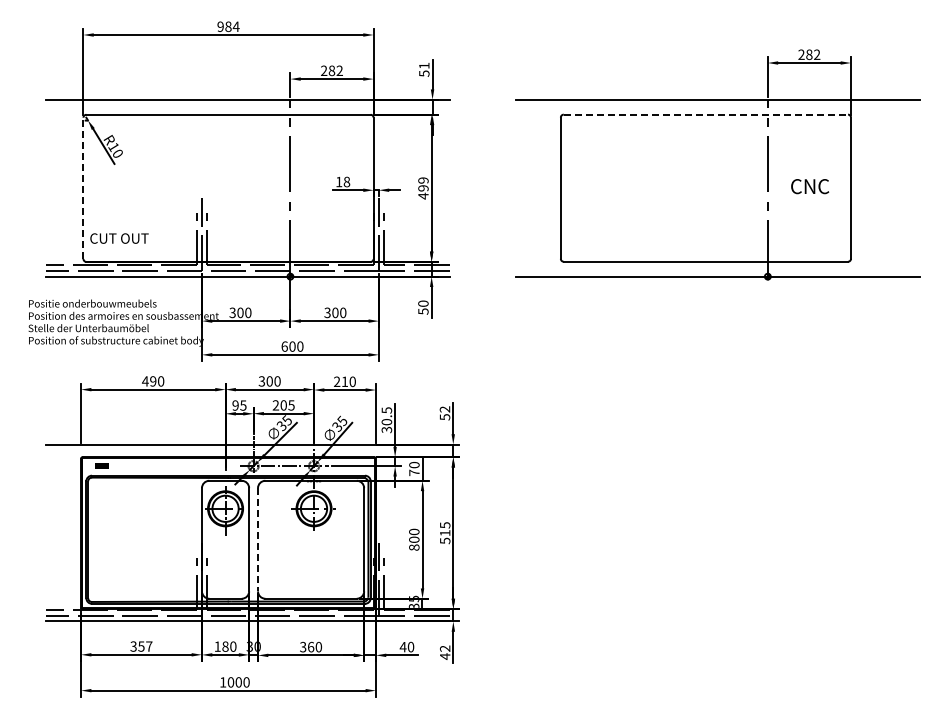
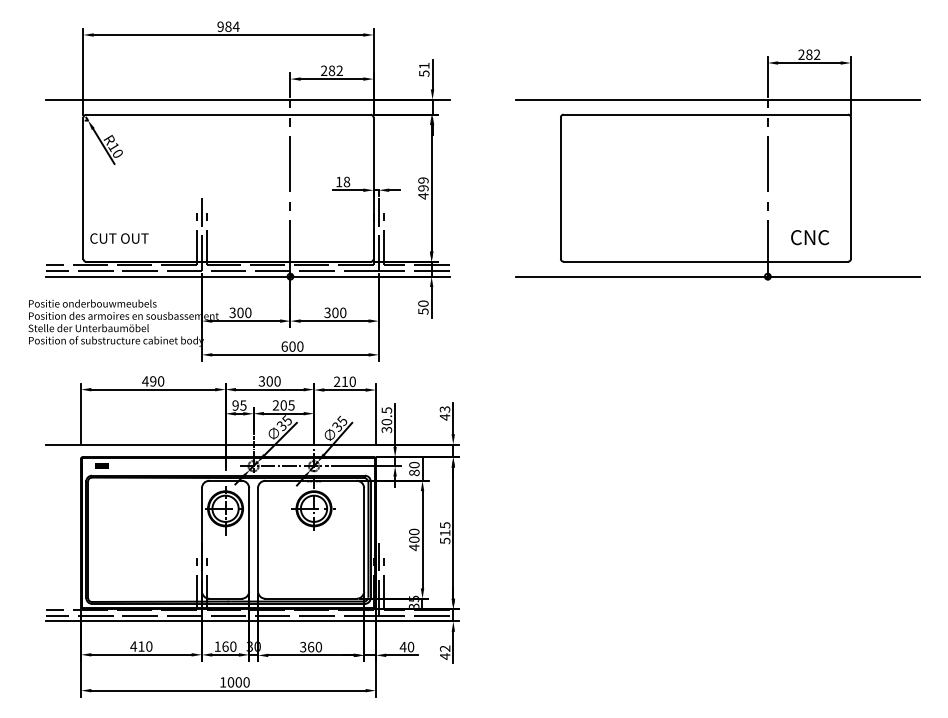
line at (706, 114): dashed -> solid
text at (810, 186) position: (810, 186) -> (810, 237)
line at (83, 188): dashed -> solid
text at (444, 413): 52 -> 43
text at (414, 472): 70 -> 80
line at (258, 539): dashed -> solid
text at (414, 547): 800 -> 400
text at (141, 646): 357 -> 410
text at (225, 646): 180 -> 160
